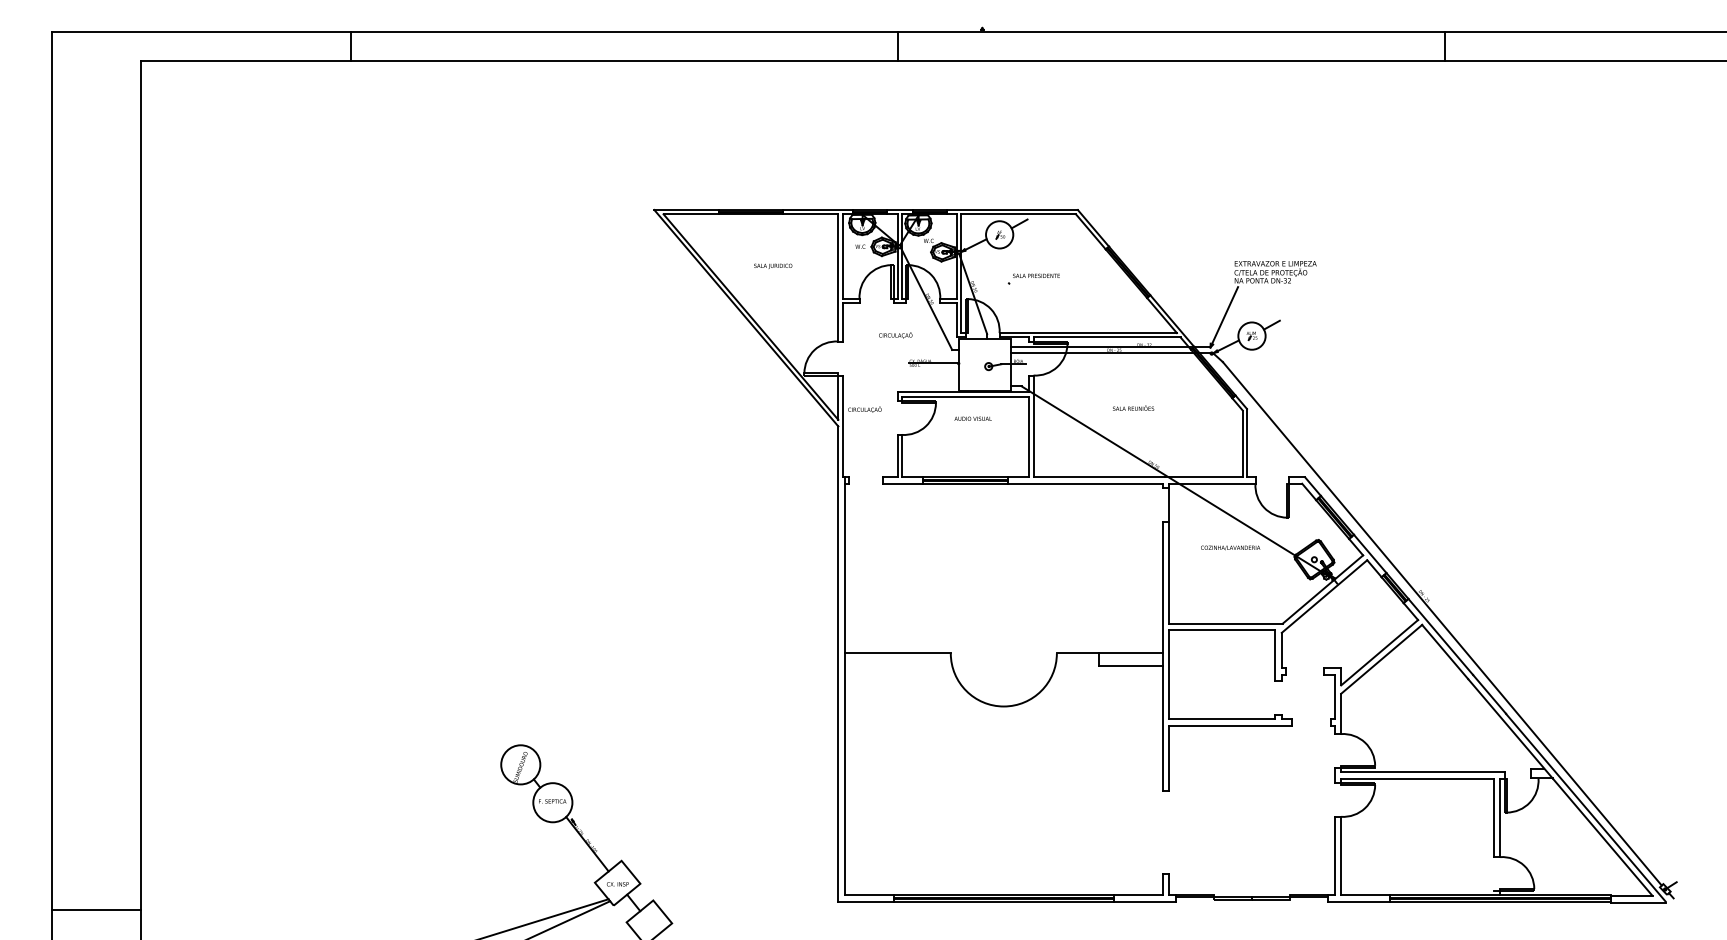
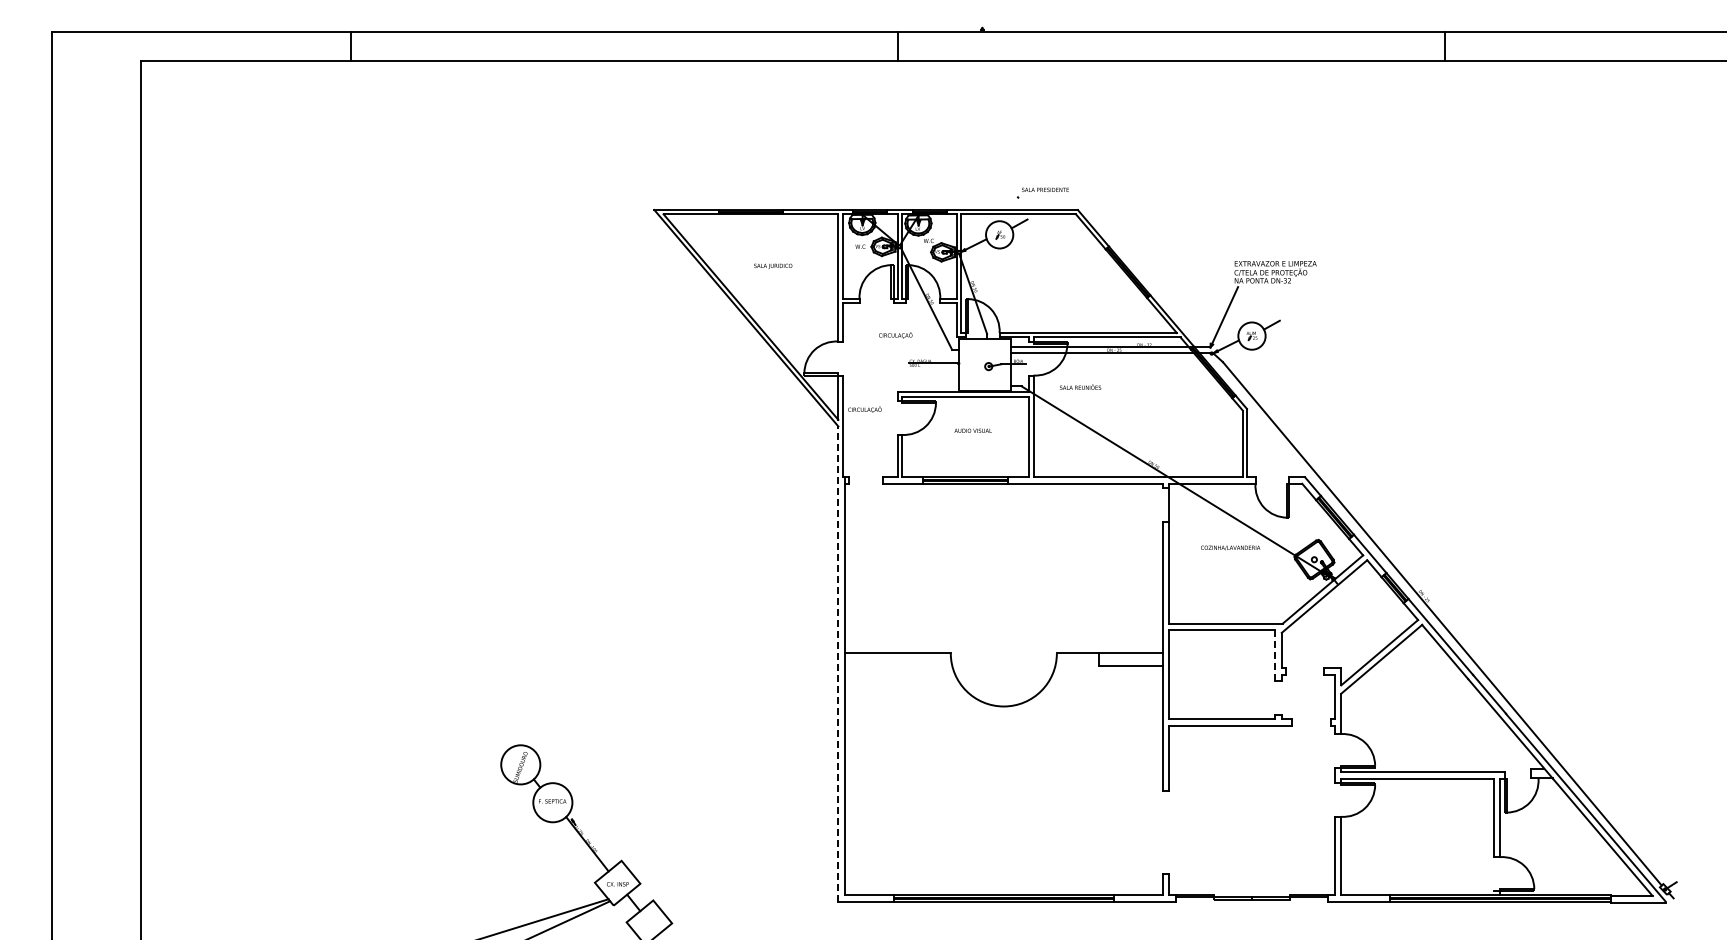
part at (1033, 278) position: (1033, 278) -> (1042, 192)
text at (1133, 407) position: (1133, 407) -> (1080, 386)
text at (972, 418) position: (972, 418) -> (972, 430)
line at (1275, 655): solid -> dashed
line at (838, 664): solid -> dashed
line at (95, 910): present -> none
